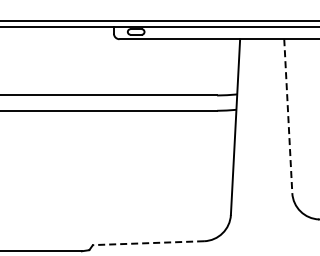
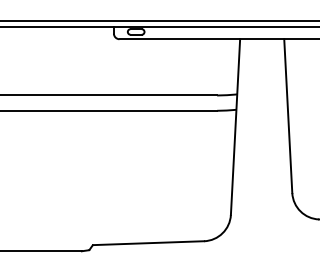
line at (288, 116): dashed -> solid
line at (148, 243): dashed -> solid
